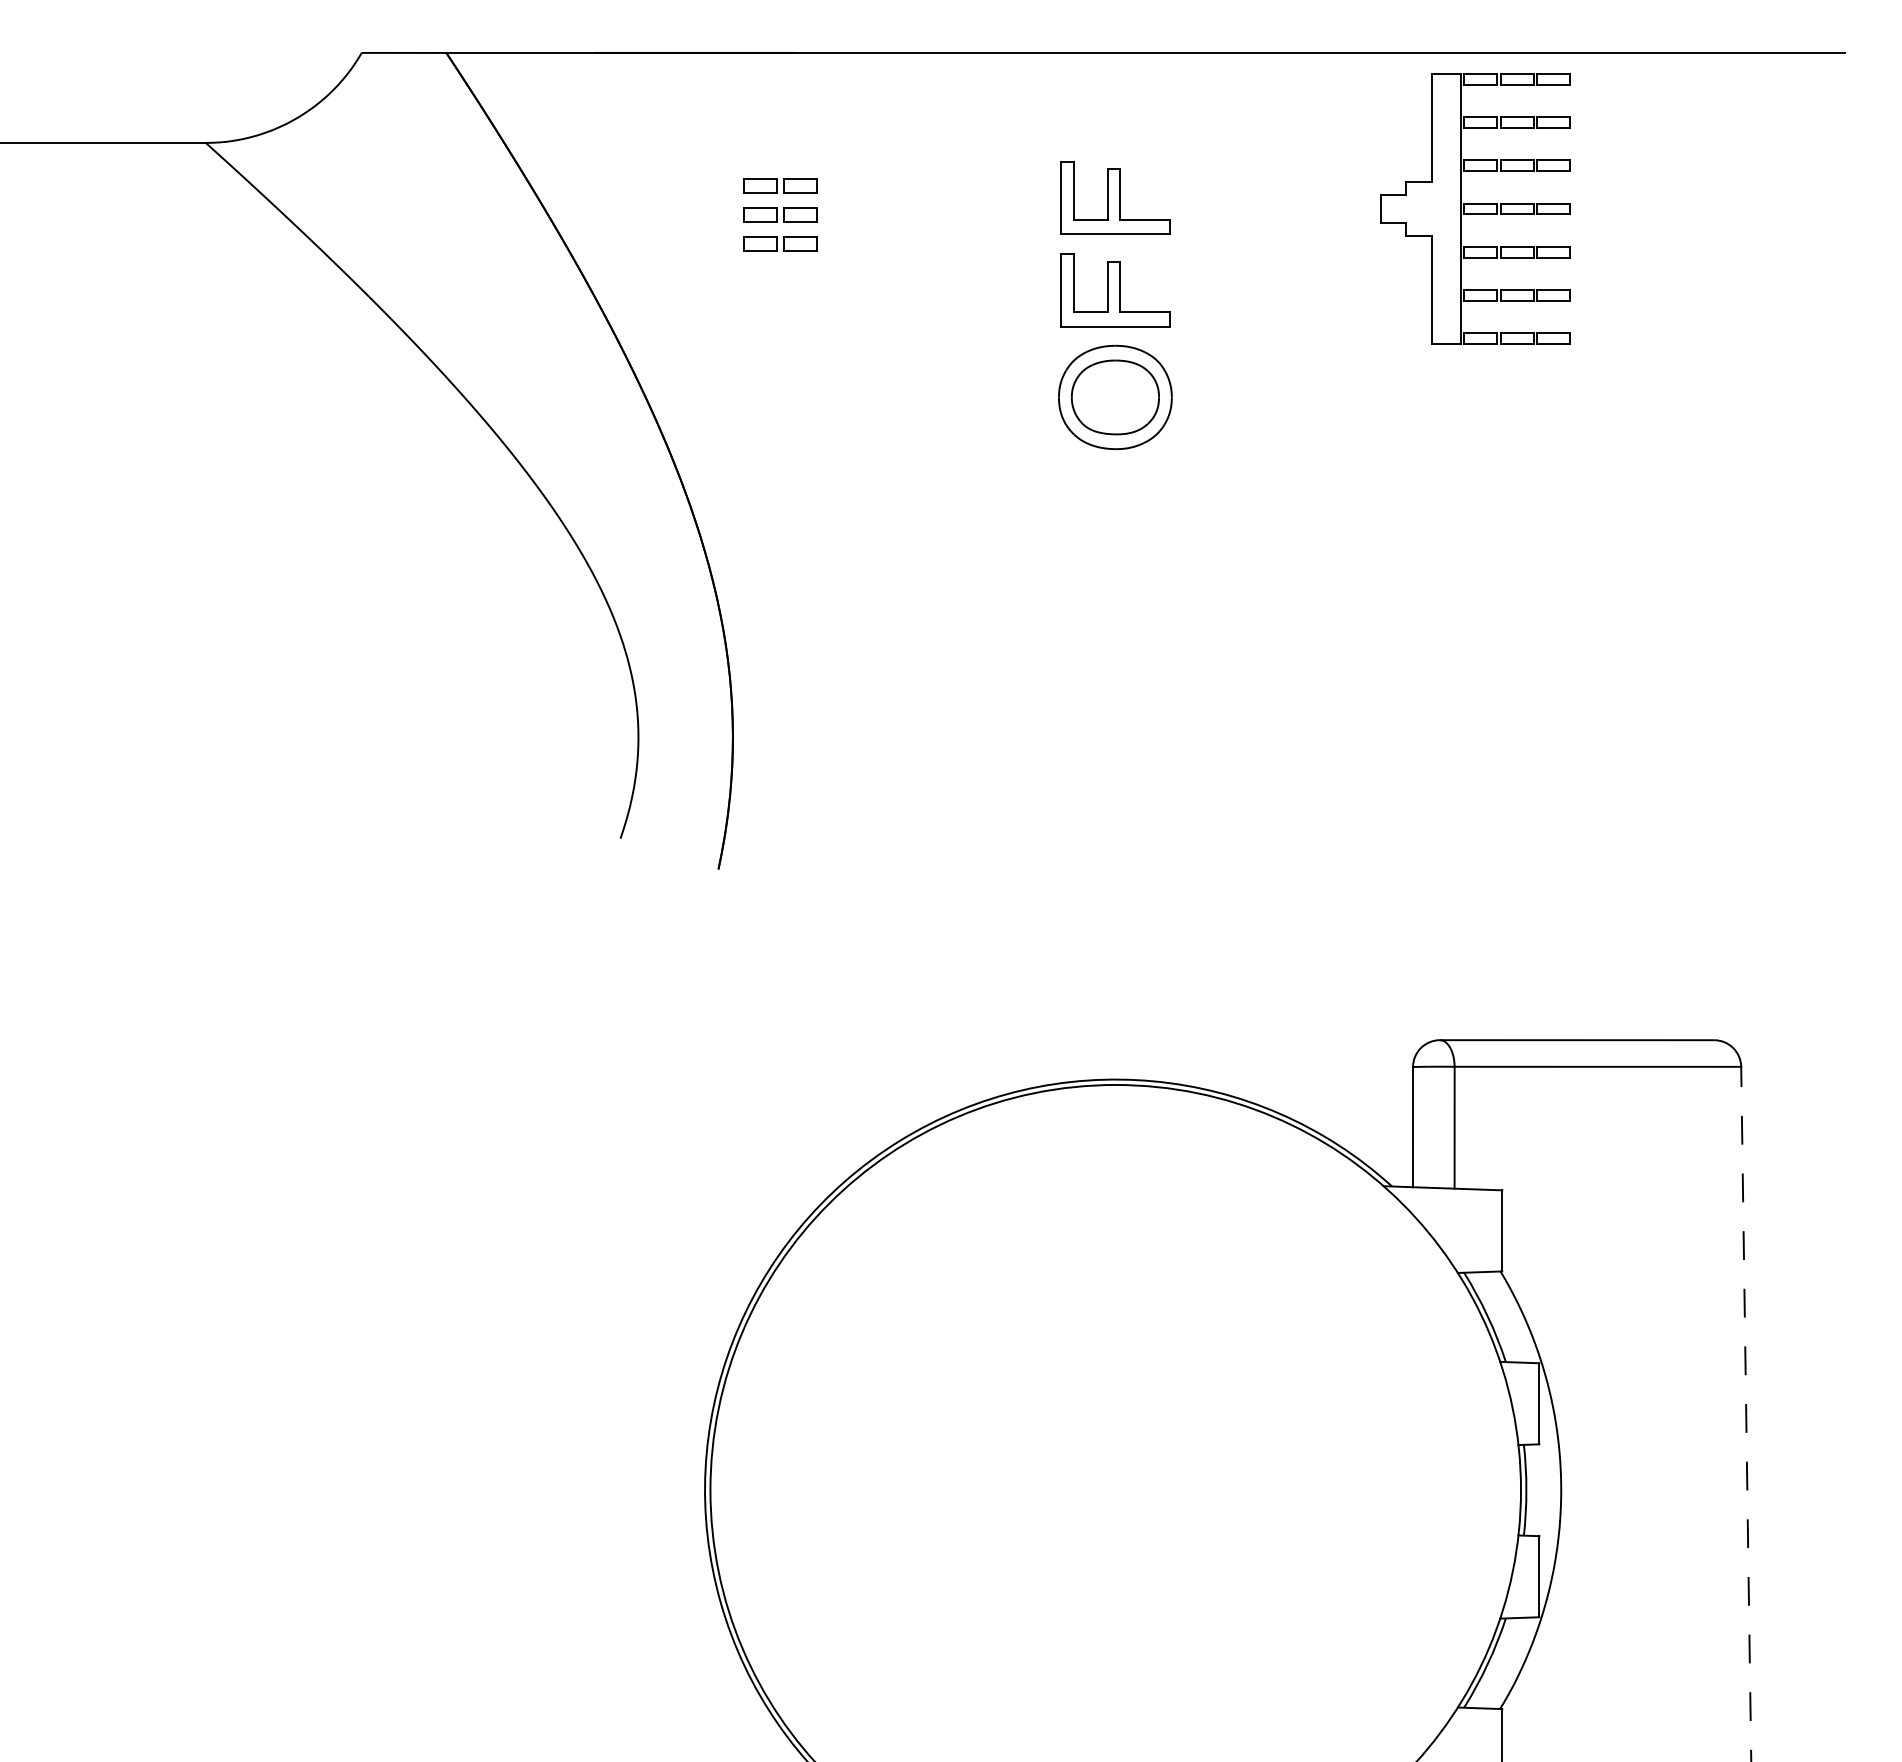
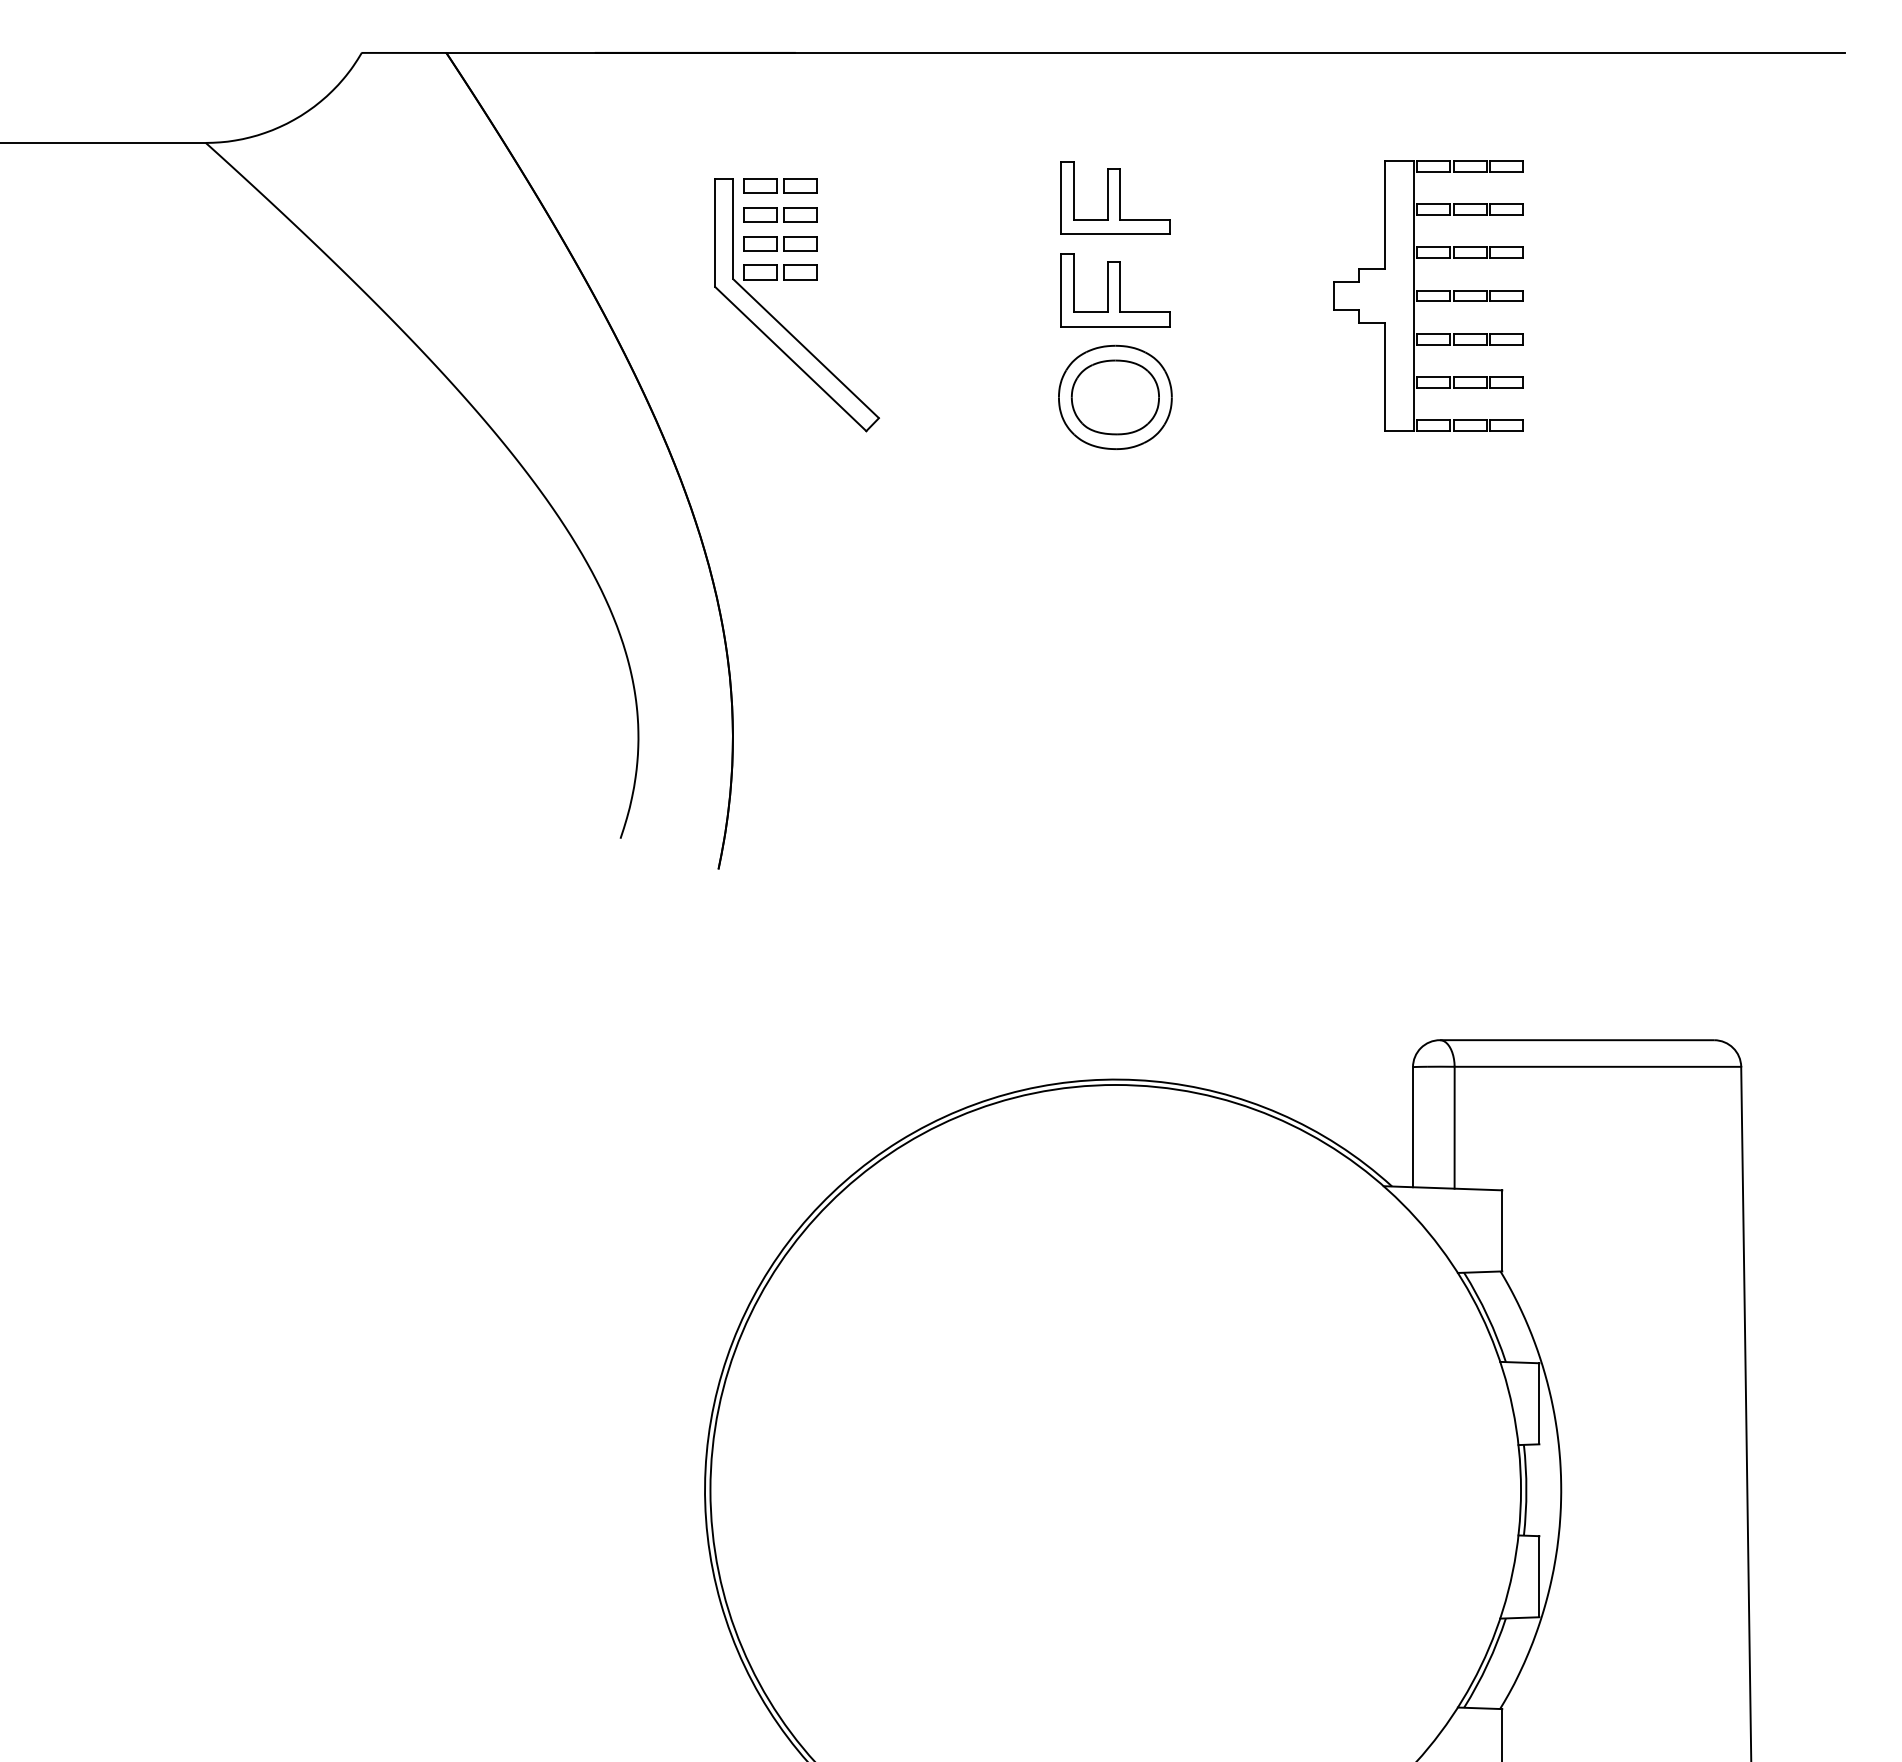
part at (1475, 208) position: (1475, 208) -> (1428, 295)
part at (779, 321): none -> present
line at (1746, 1413): dashed -> solid
